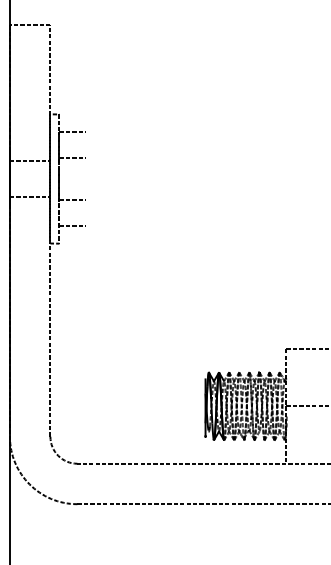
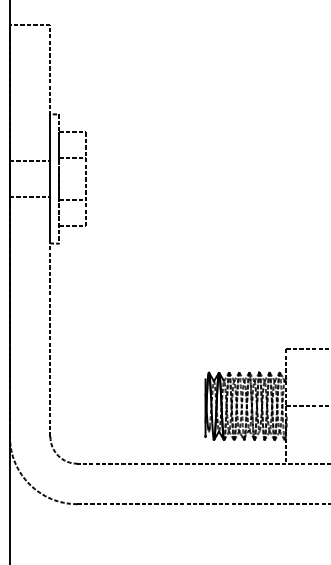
line at (86, 178): none -> present
